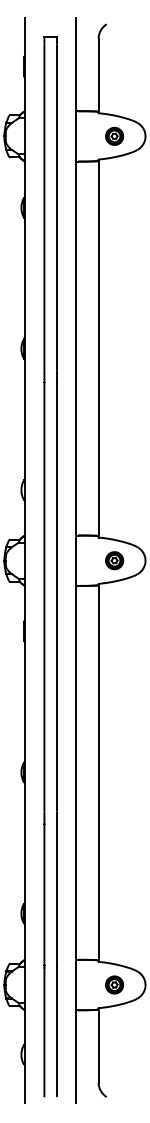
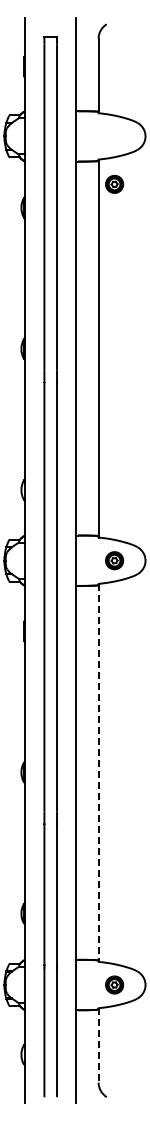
part at (114, 135) position: (114, 135) -> (114, 183)
line at (98, 772): solid -> dashed
line at (98, 1045): solid -> dashed
